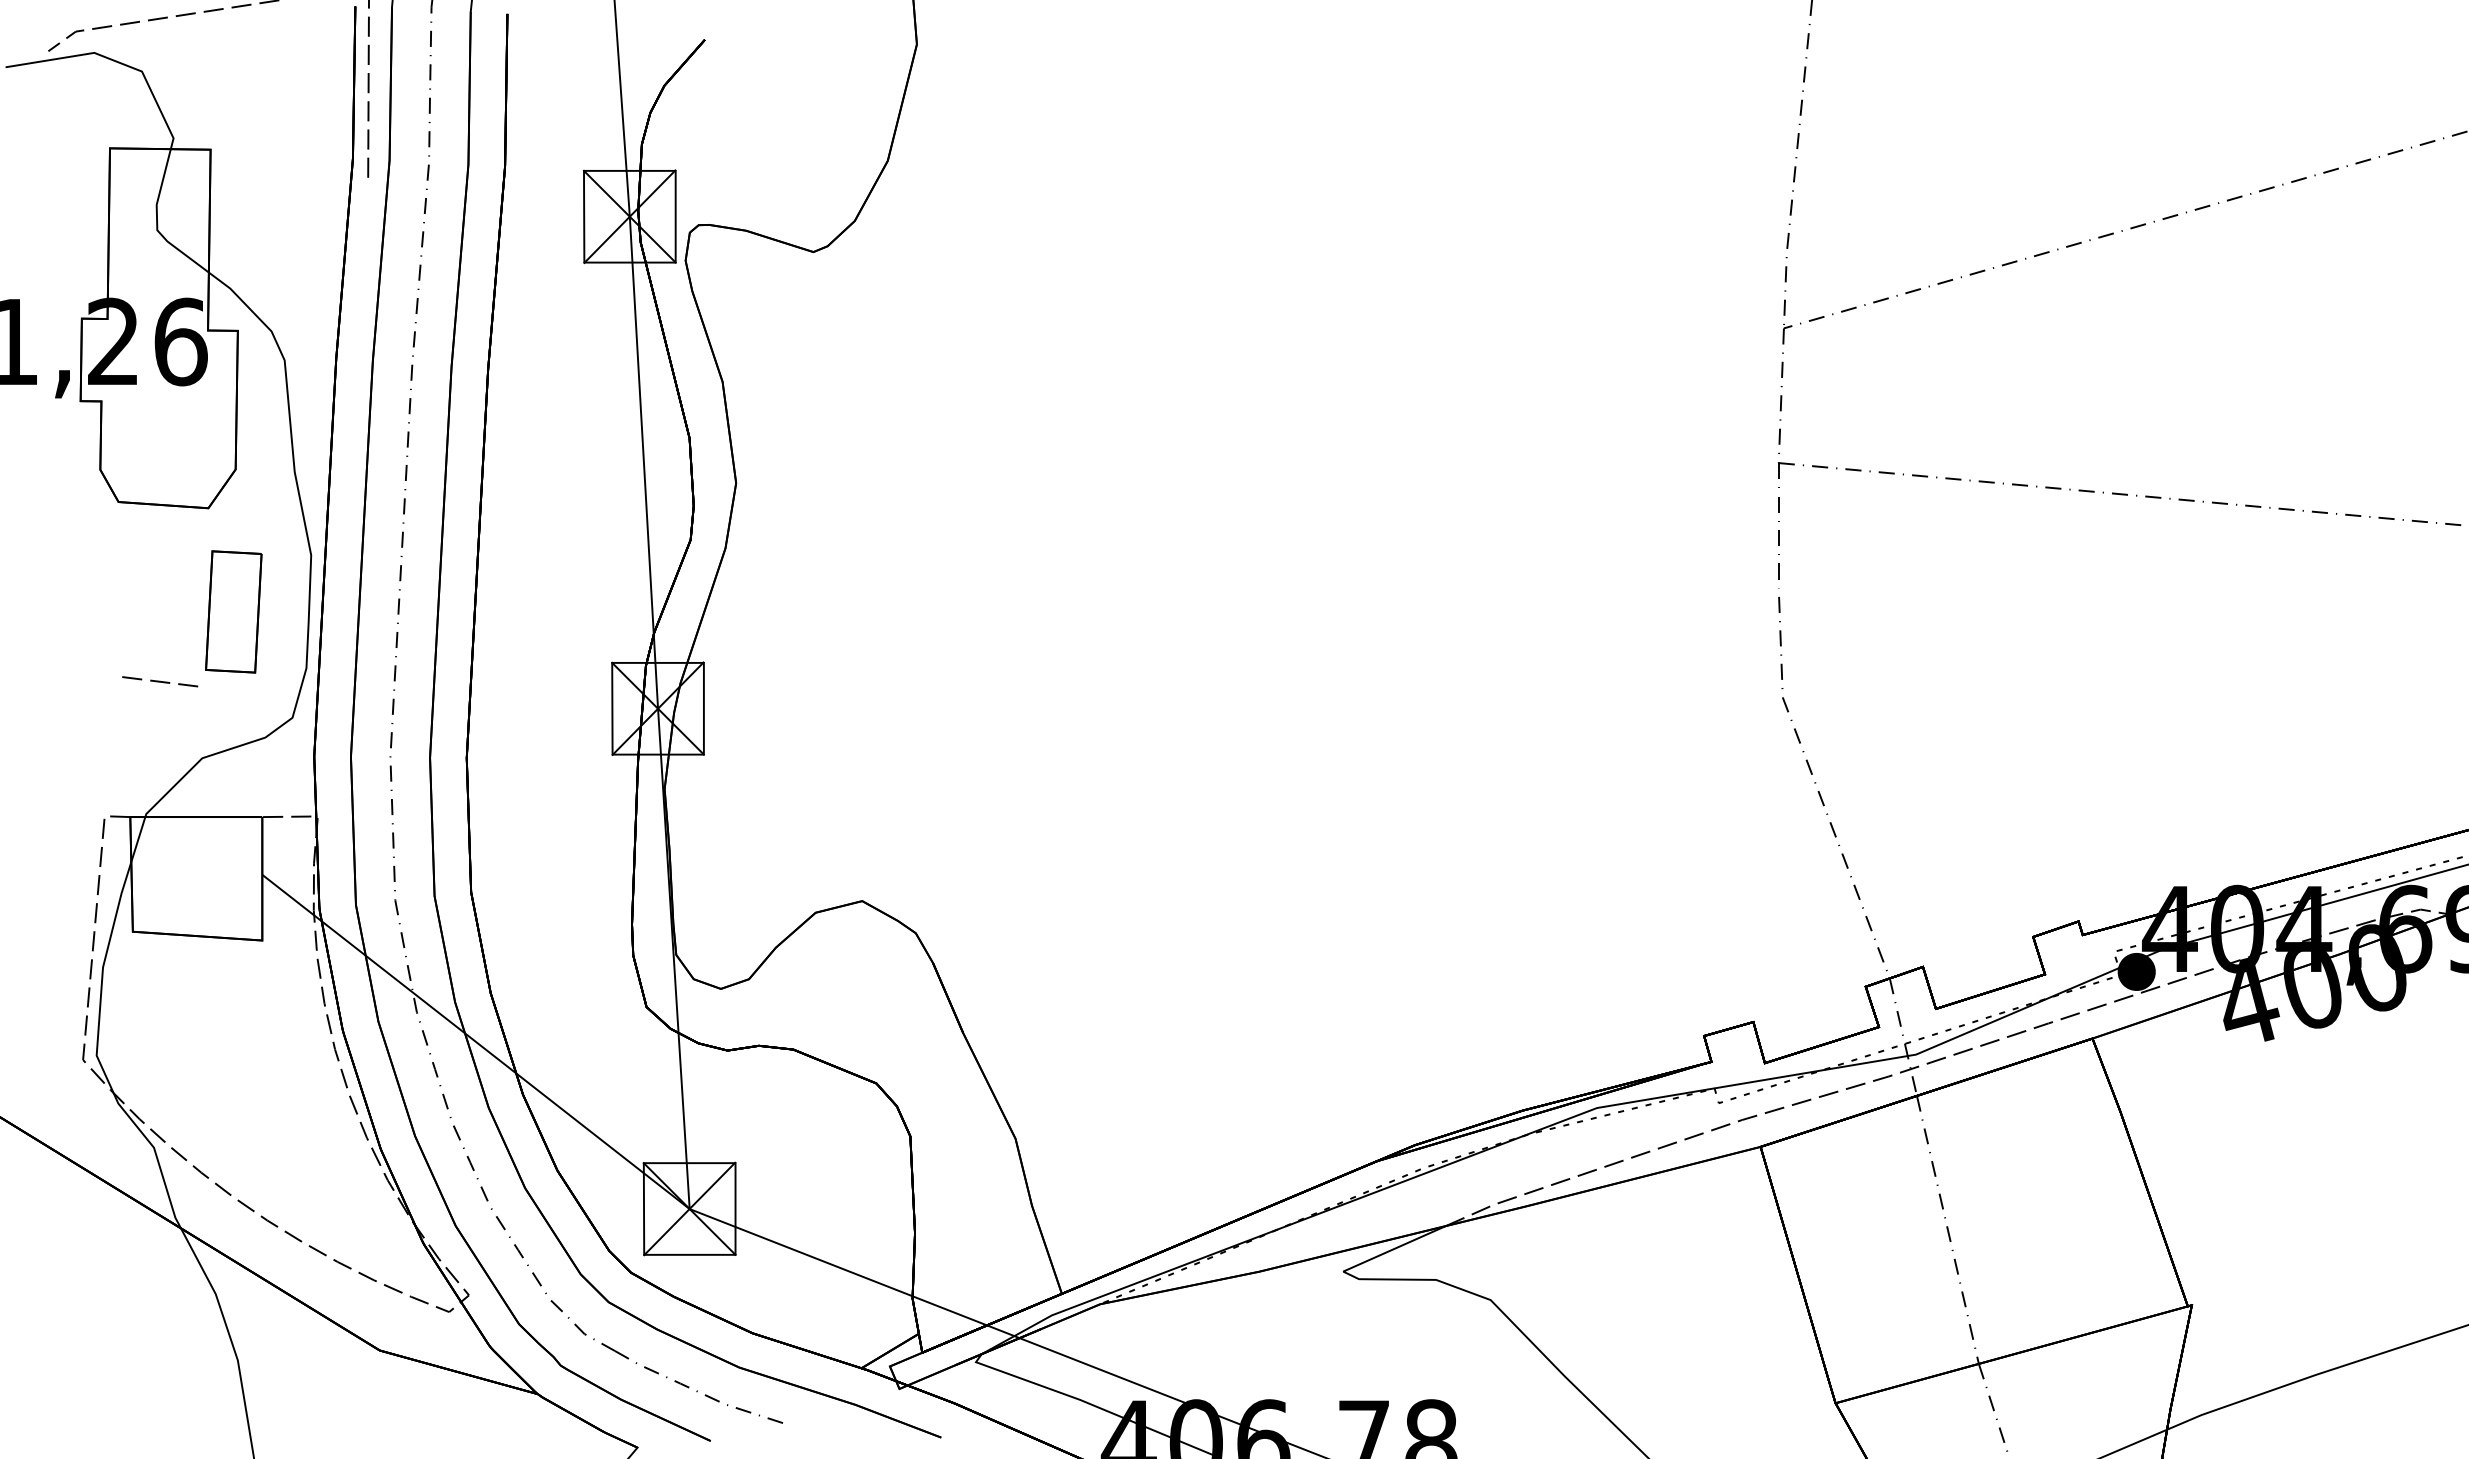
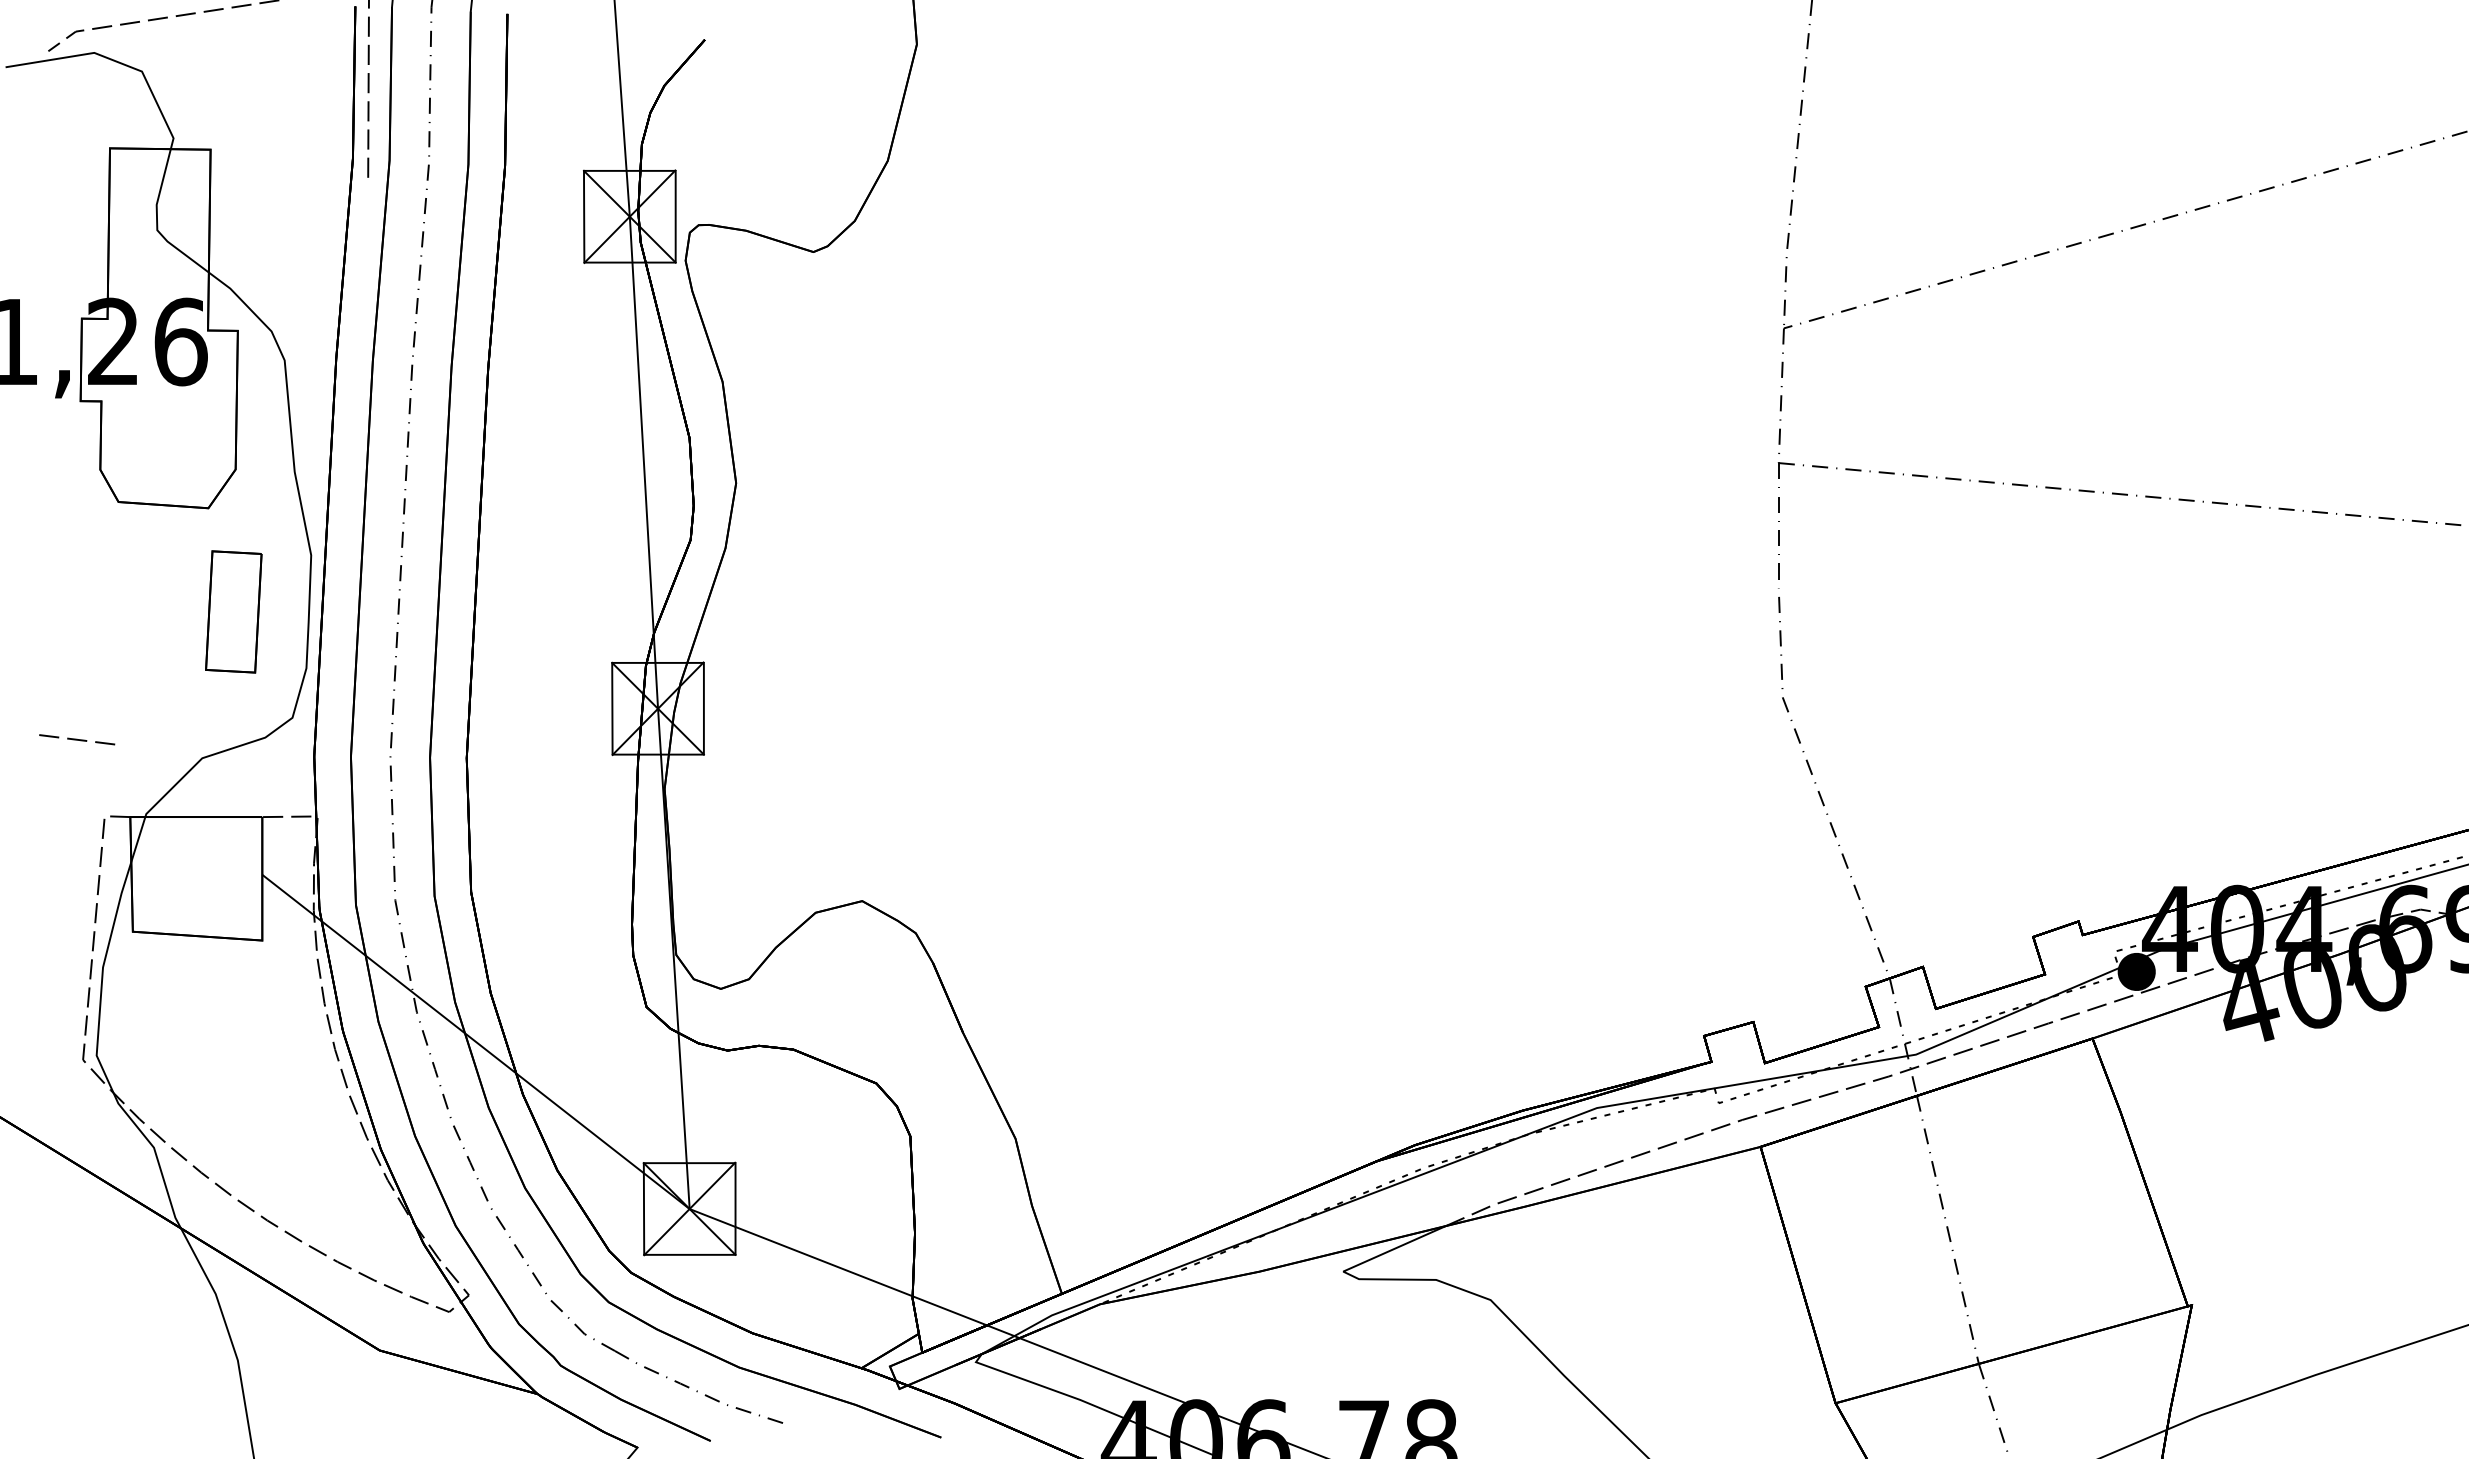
line at (160, 681) position: (160, 681) -> (77, 739)
